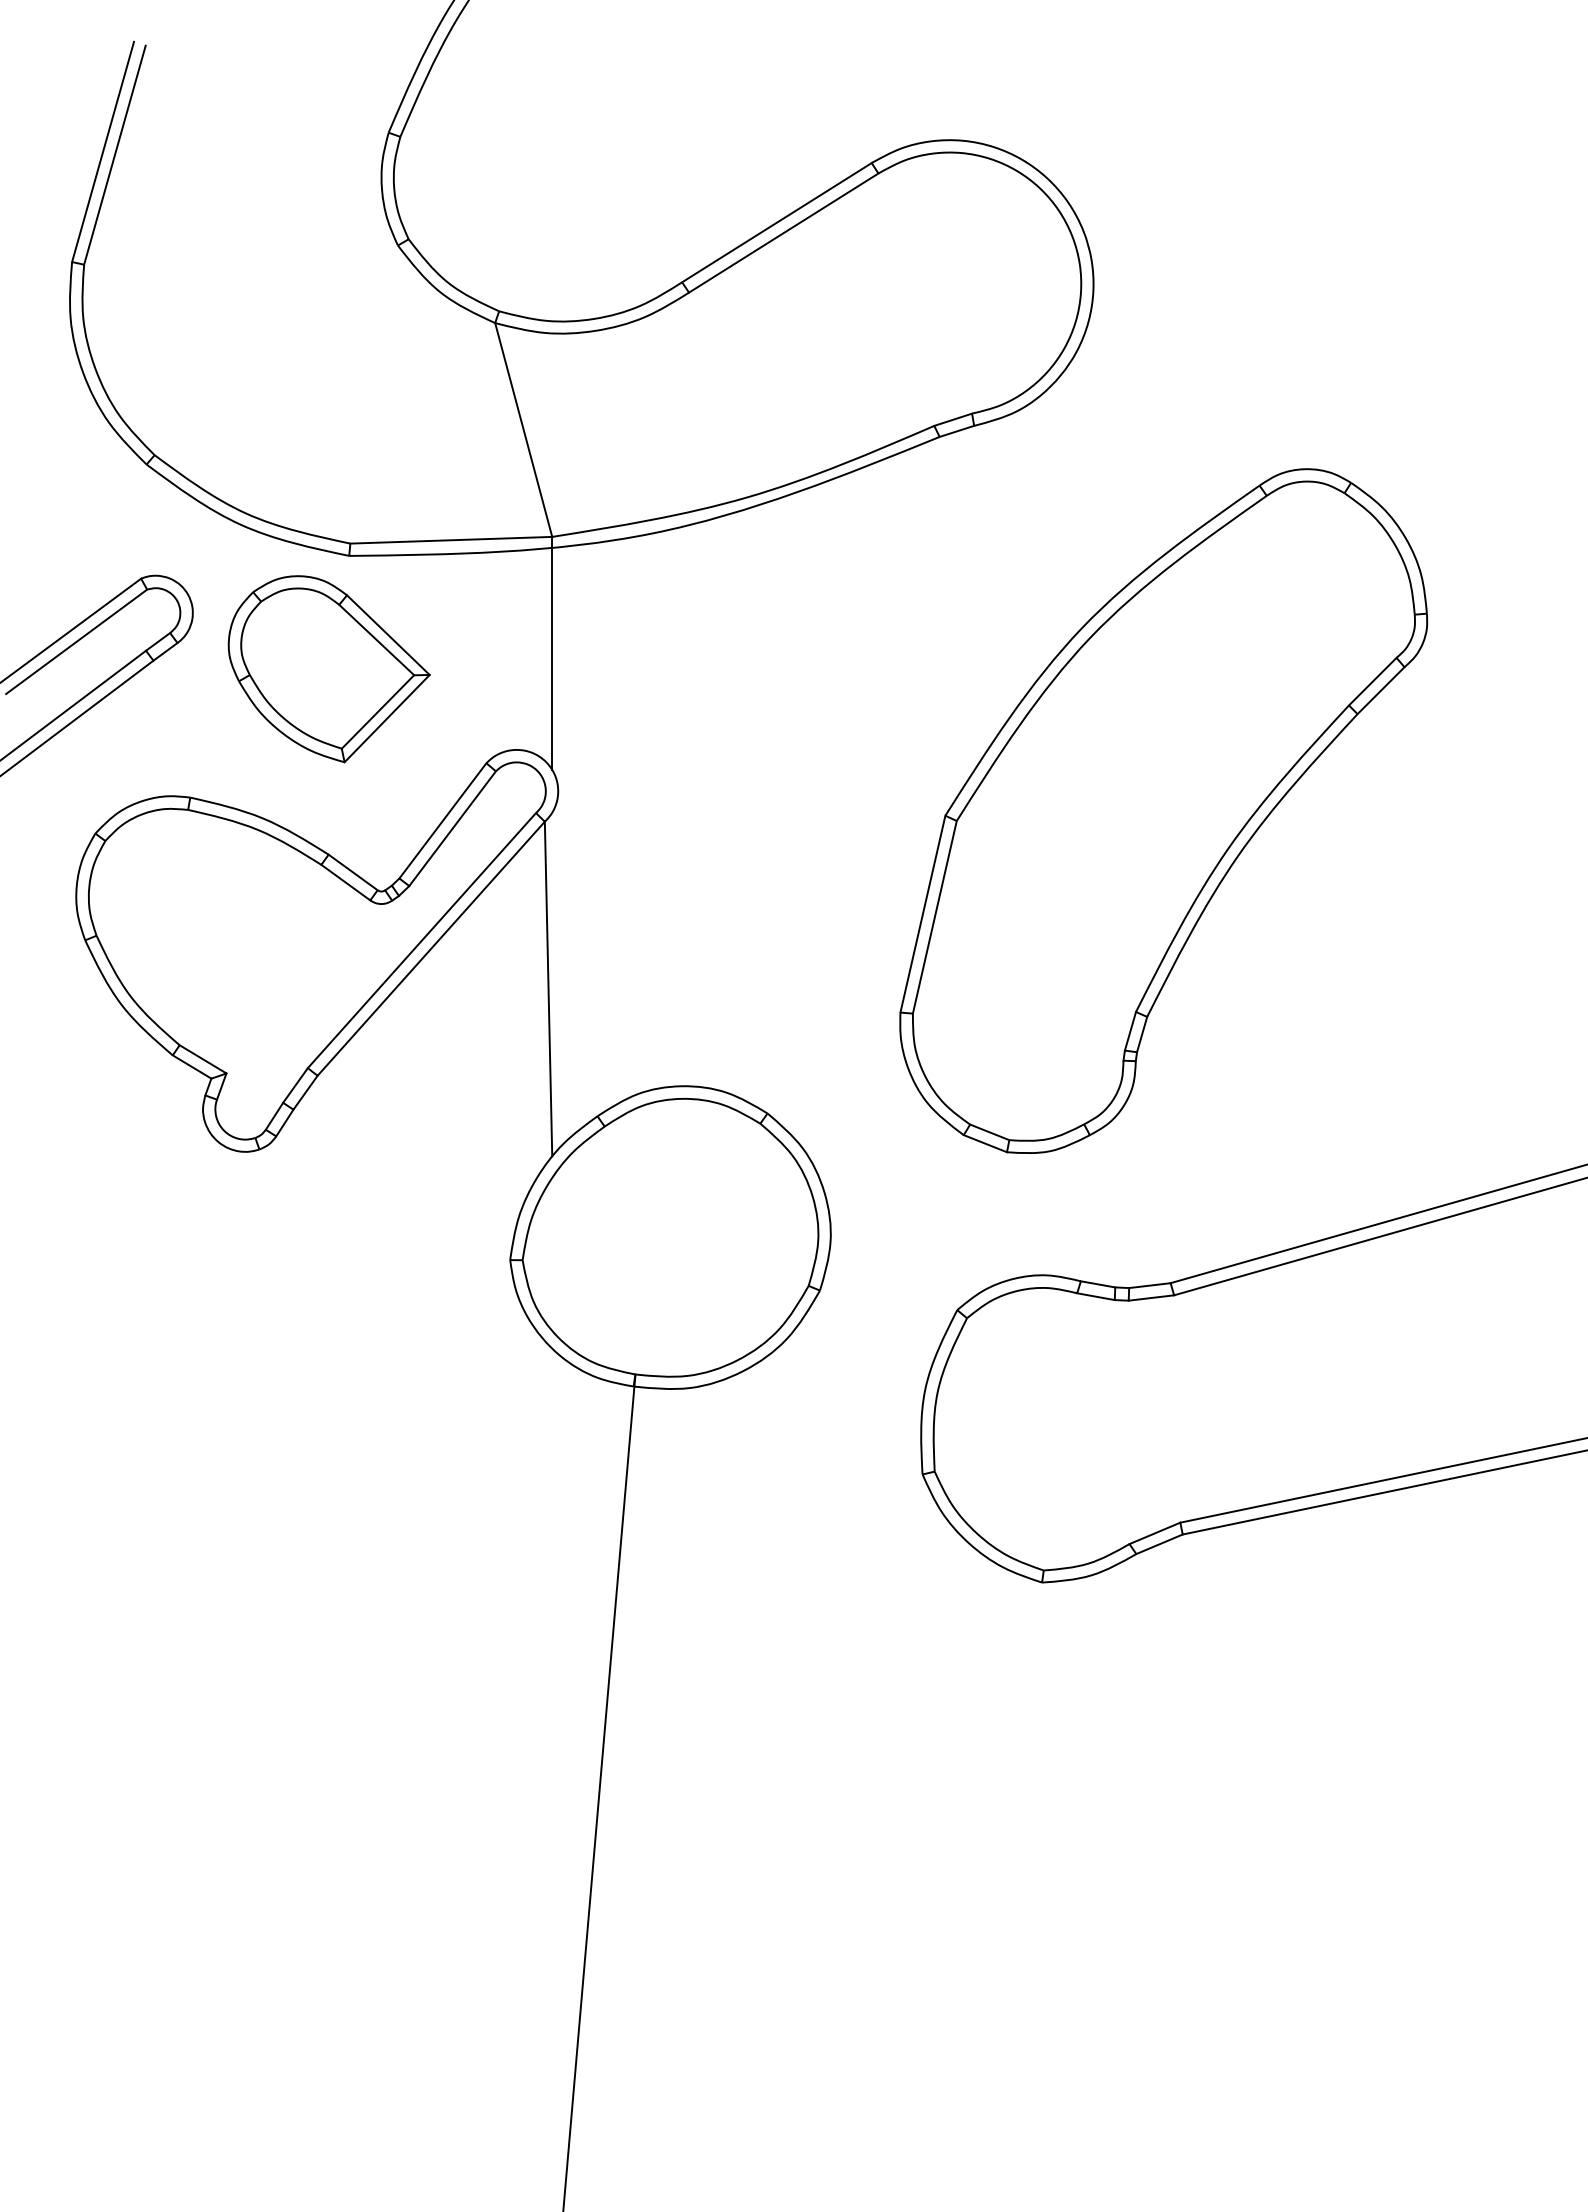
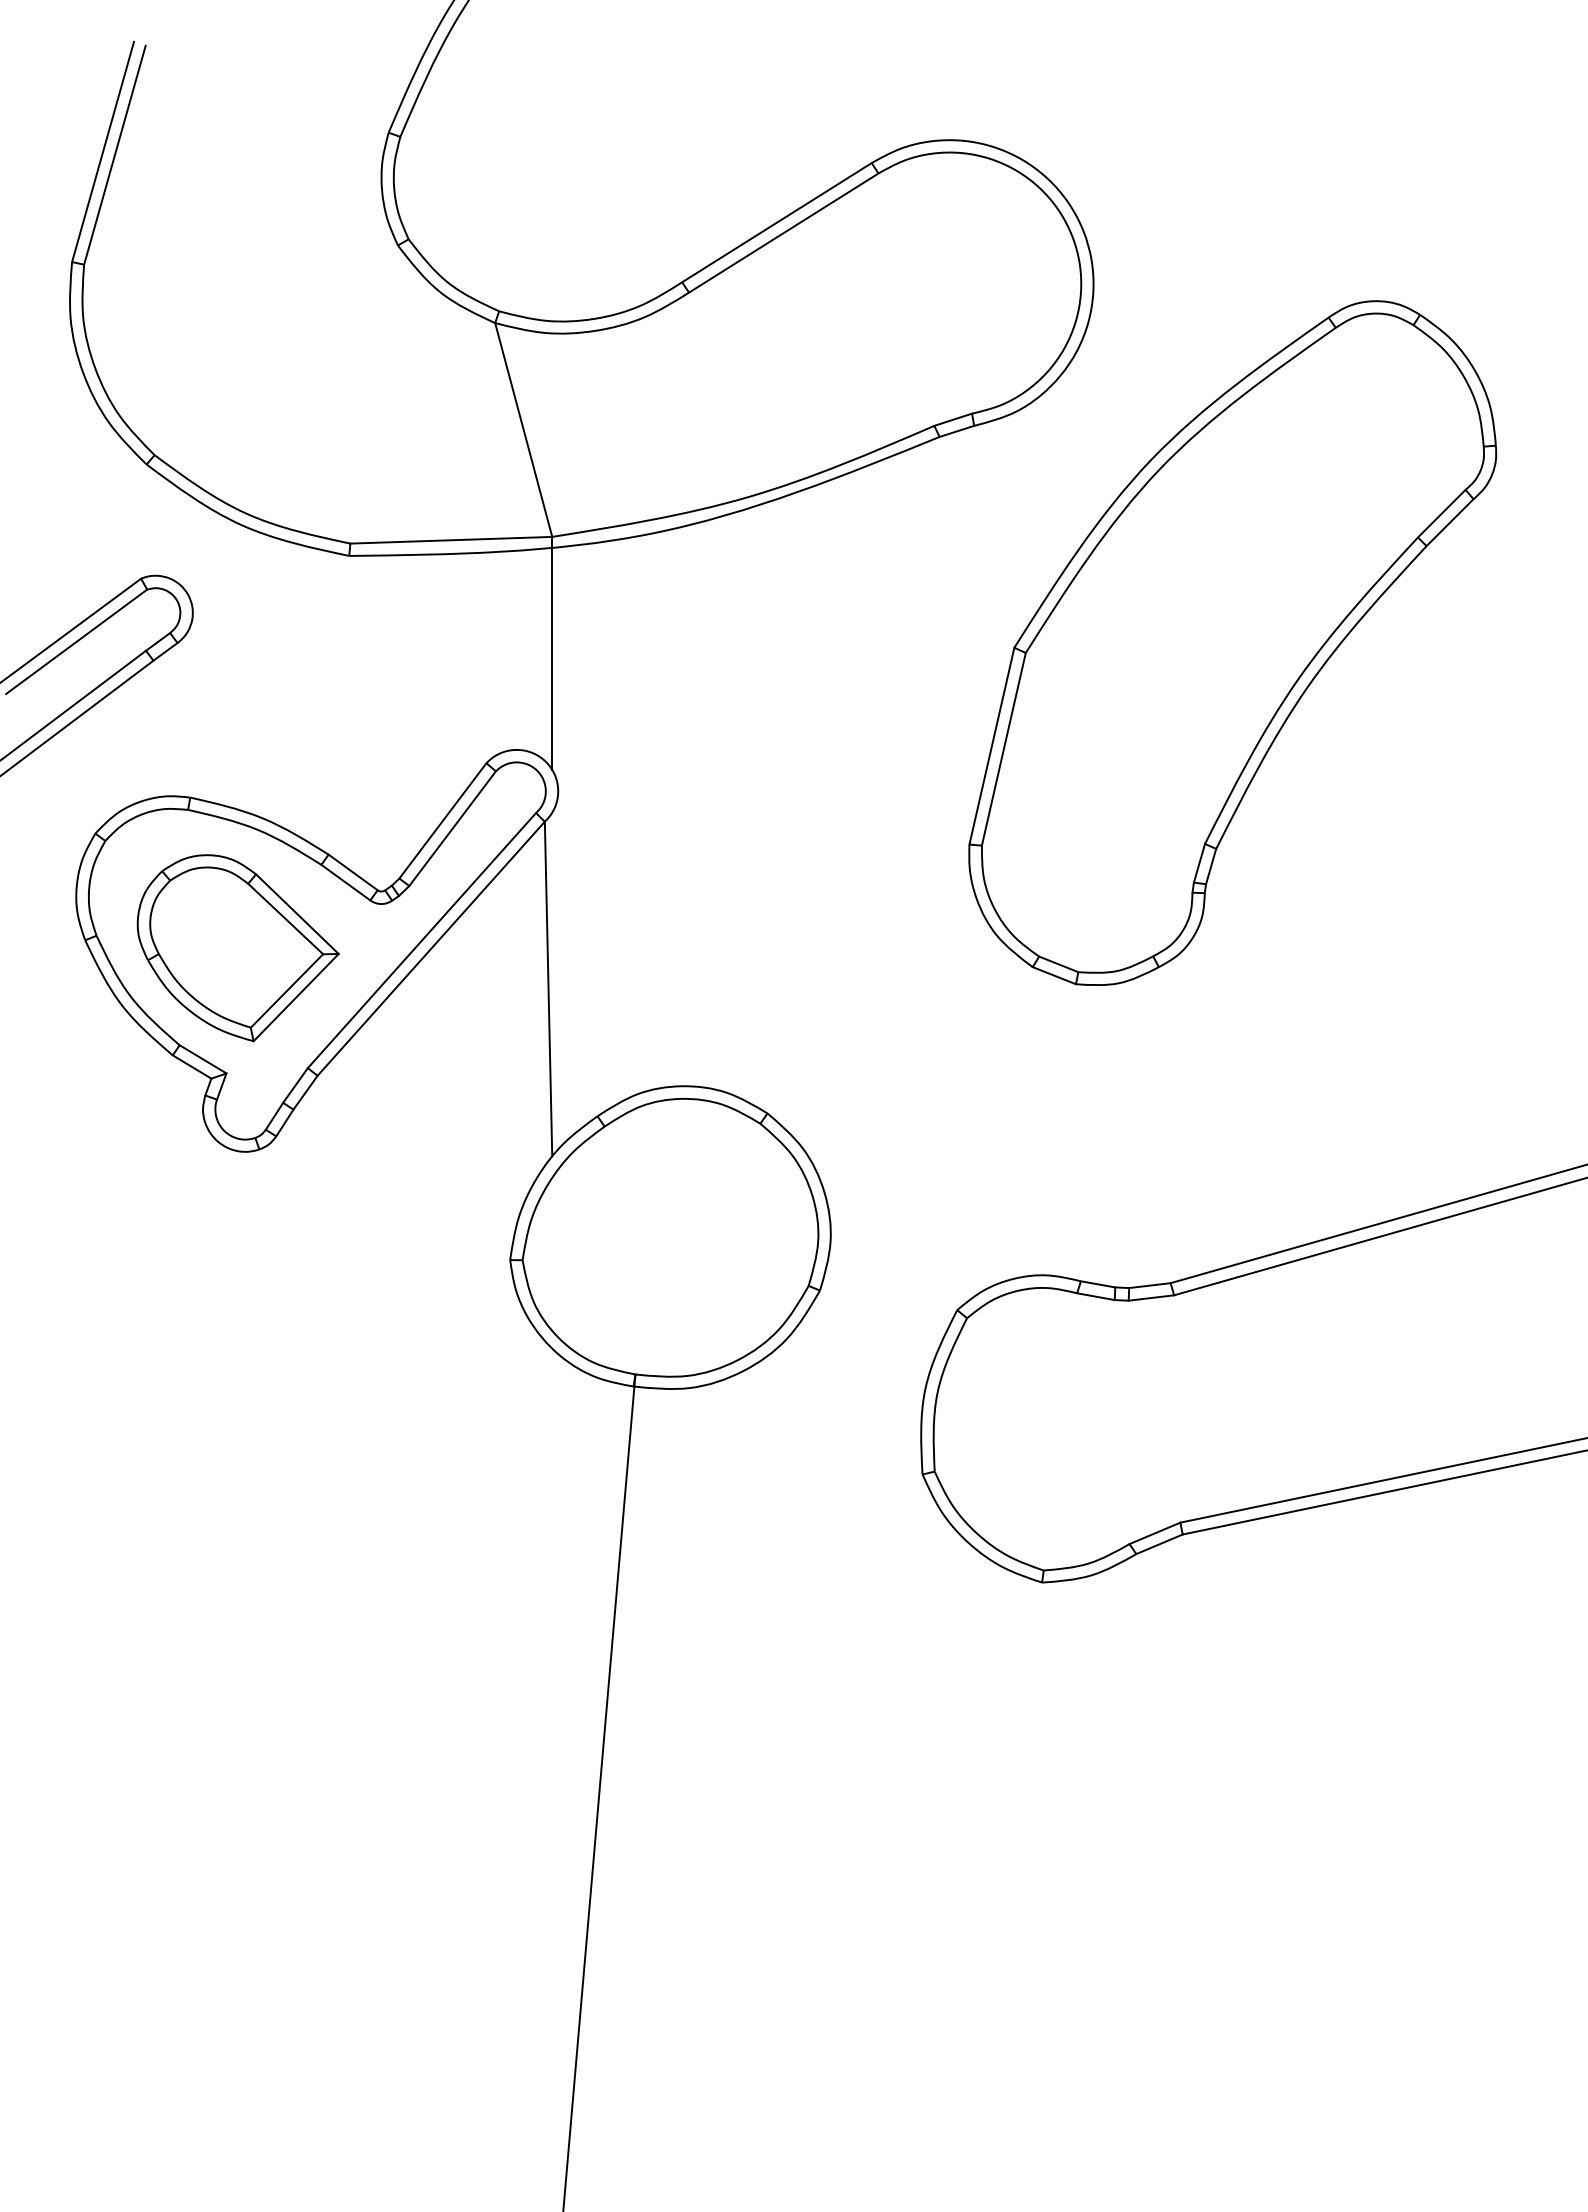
part at (328, 669) position: (328, 669) -> (237, 948)
part at (1163, 810) position: (1163, 810) -> (1232, 642)
